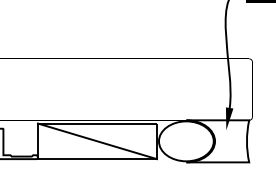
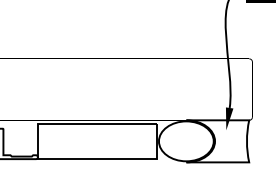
line at (96, 141): present -> none
